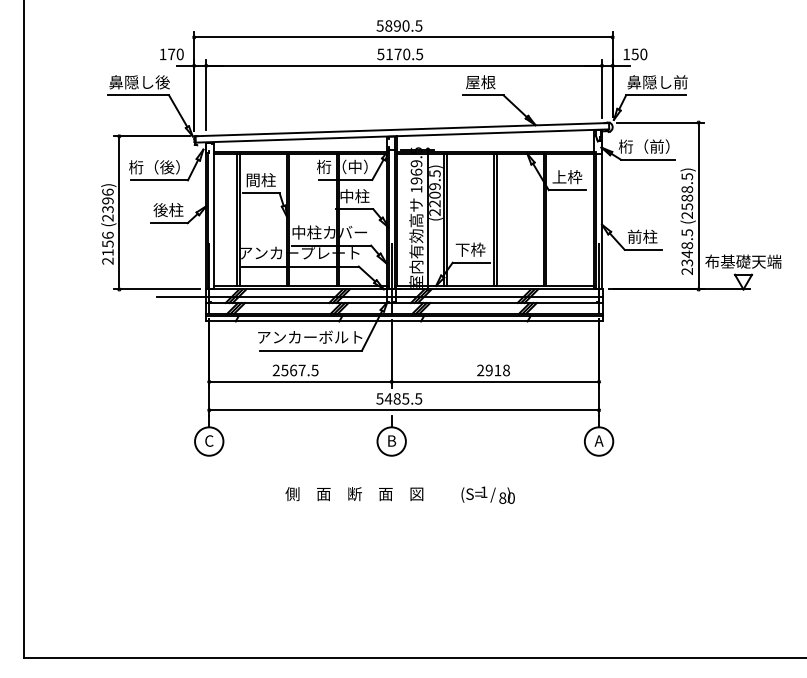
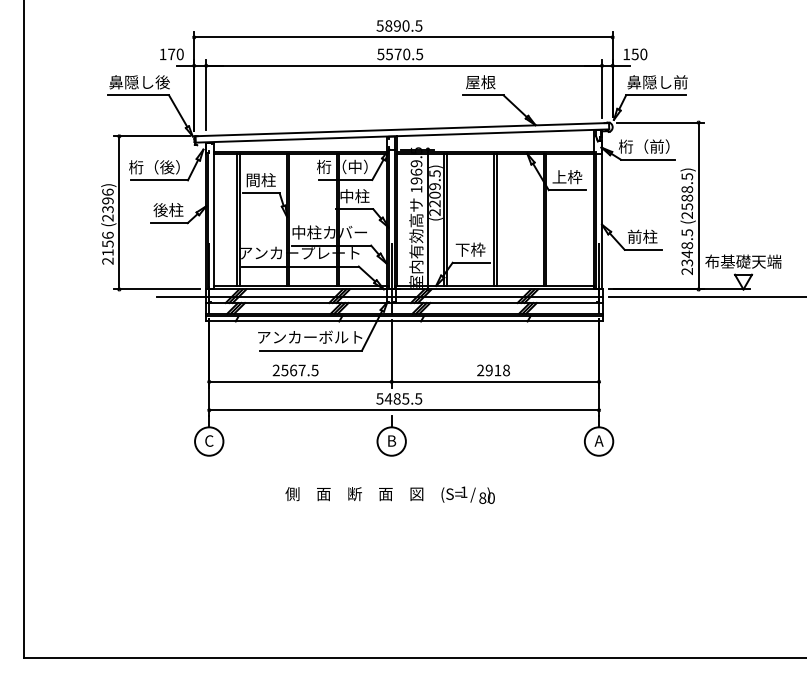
text at (388, 54): 5170.5 -> 5570.5
line at (705, 296): none -> present
text at (487, 494) position: (487, 494) -> (467, 494)
